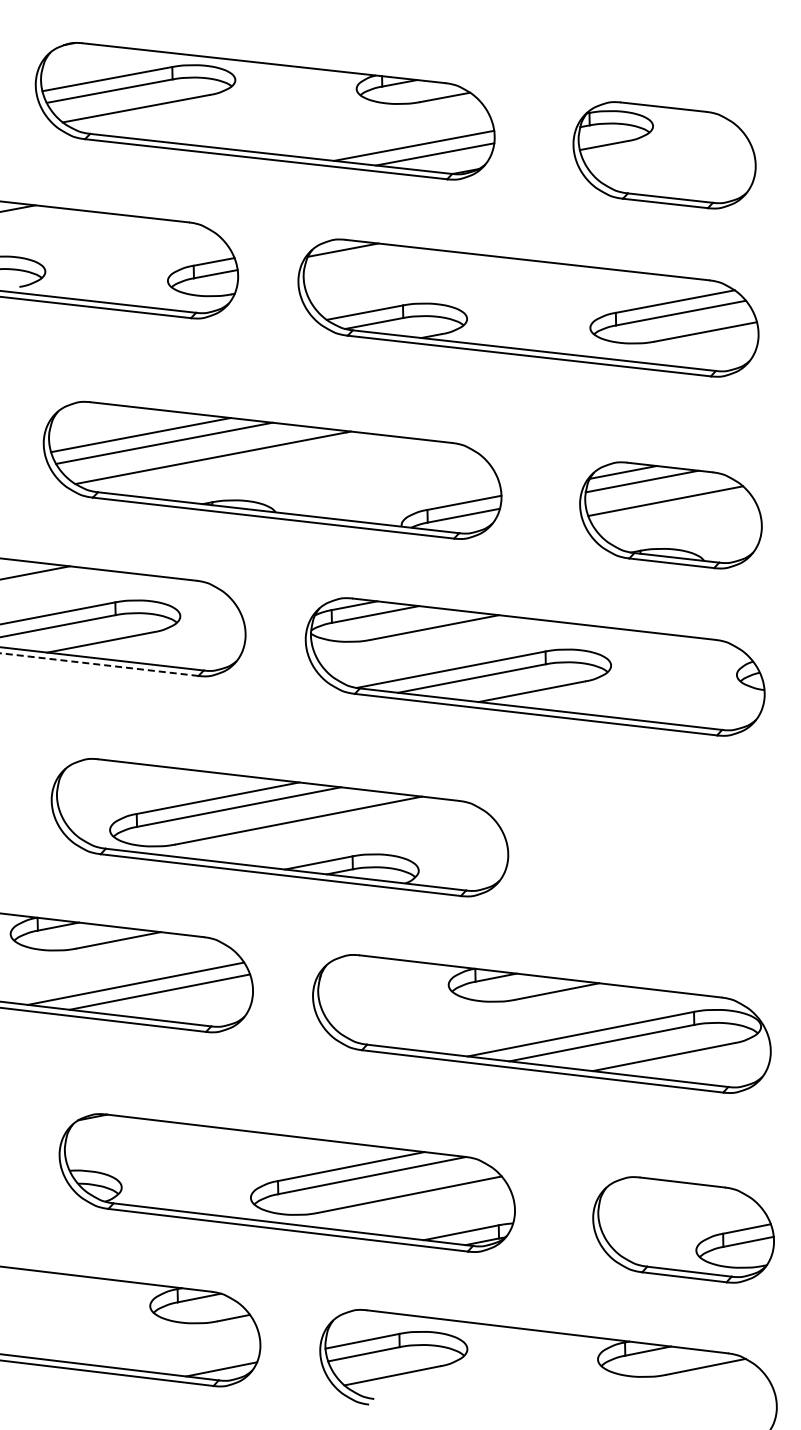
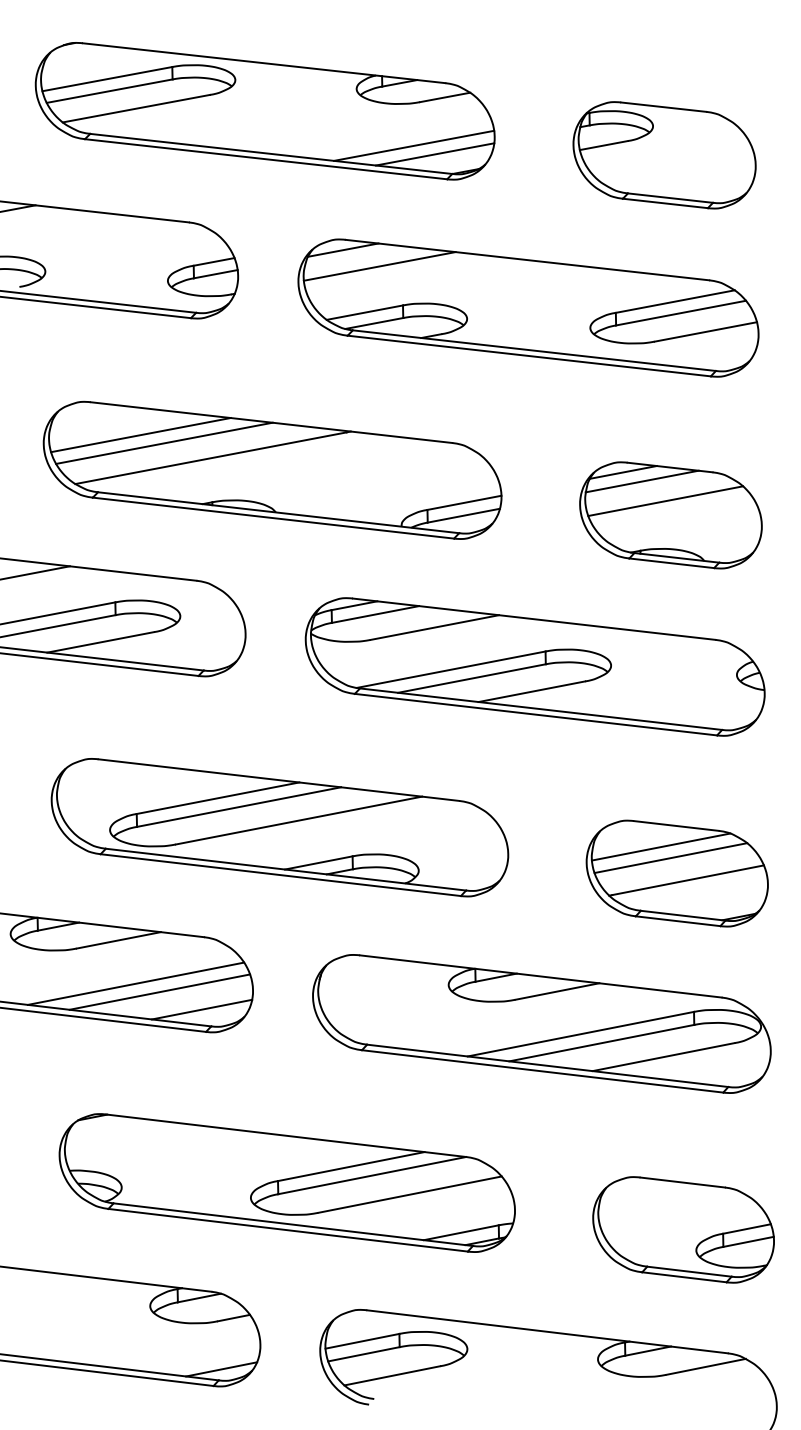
line at (379, 266): none -> present
line at (99, 664): dashed -> solid
part at (676, 873): none -> present
line at (202, 1009): none -> present
